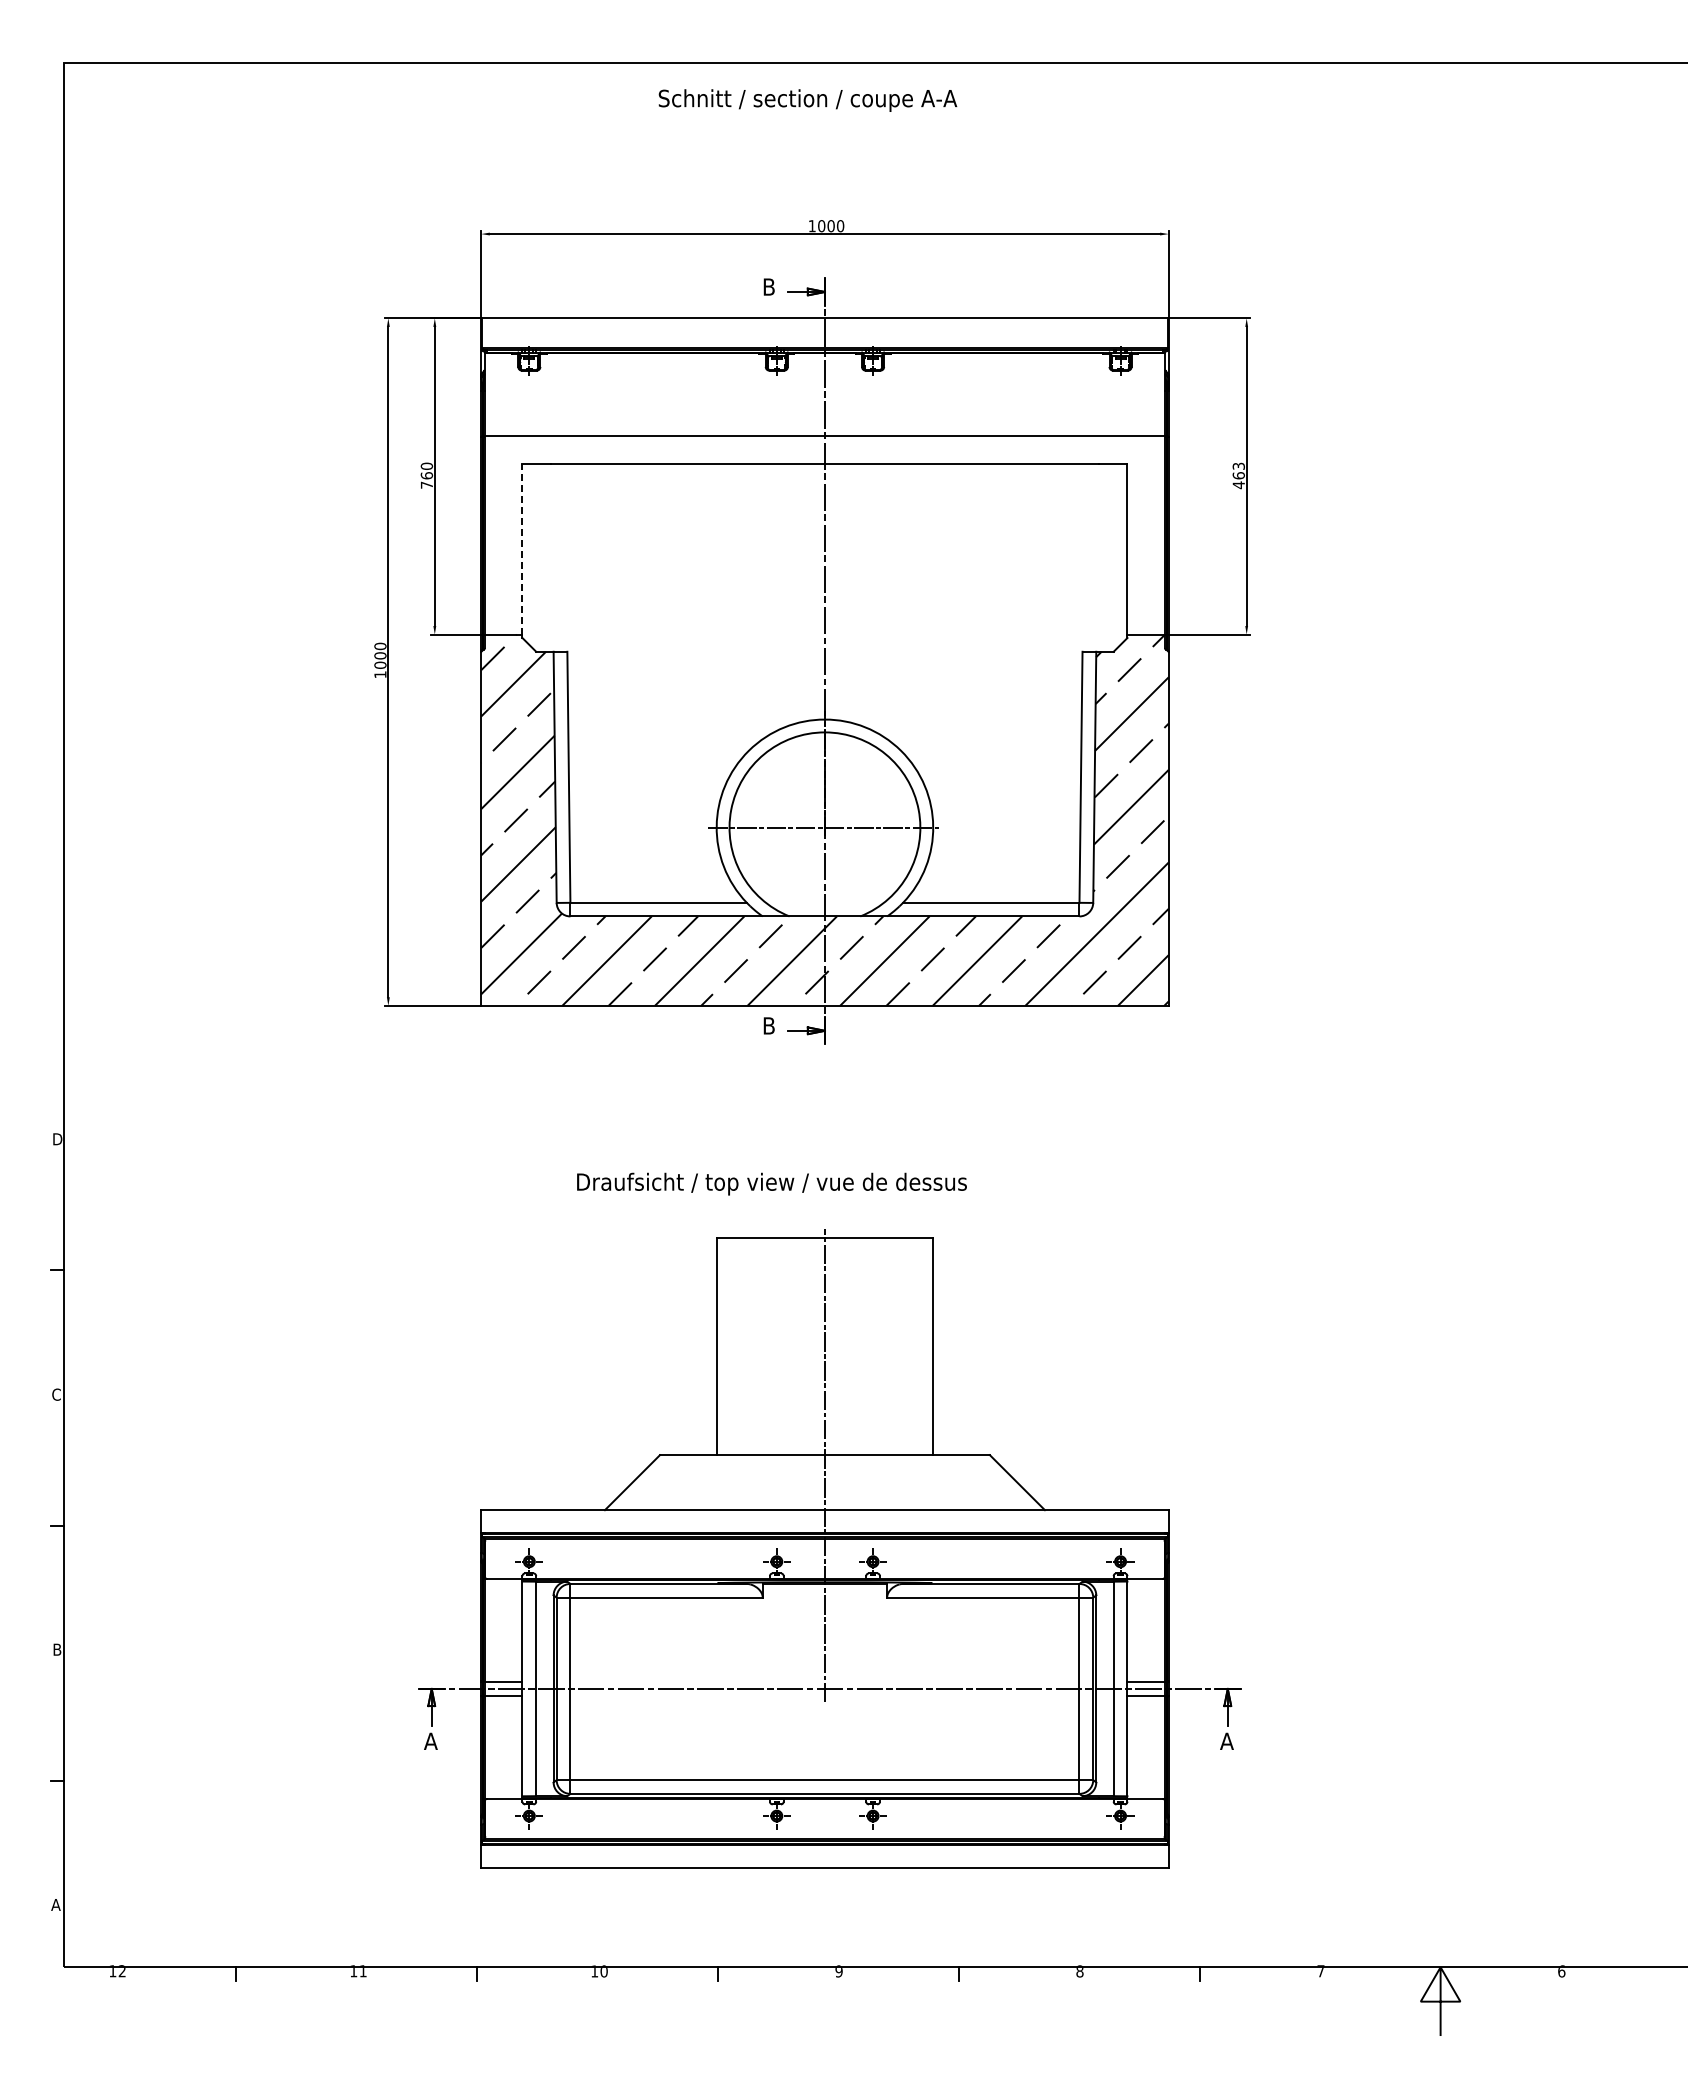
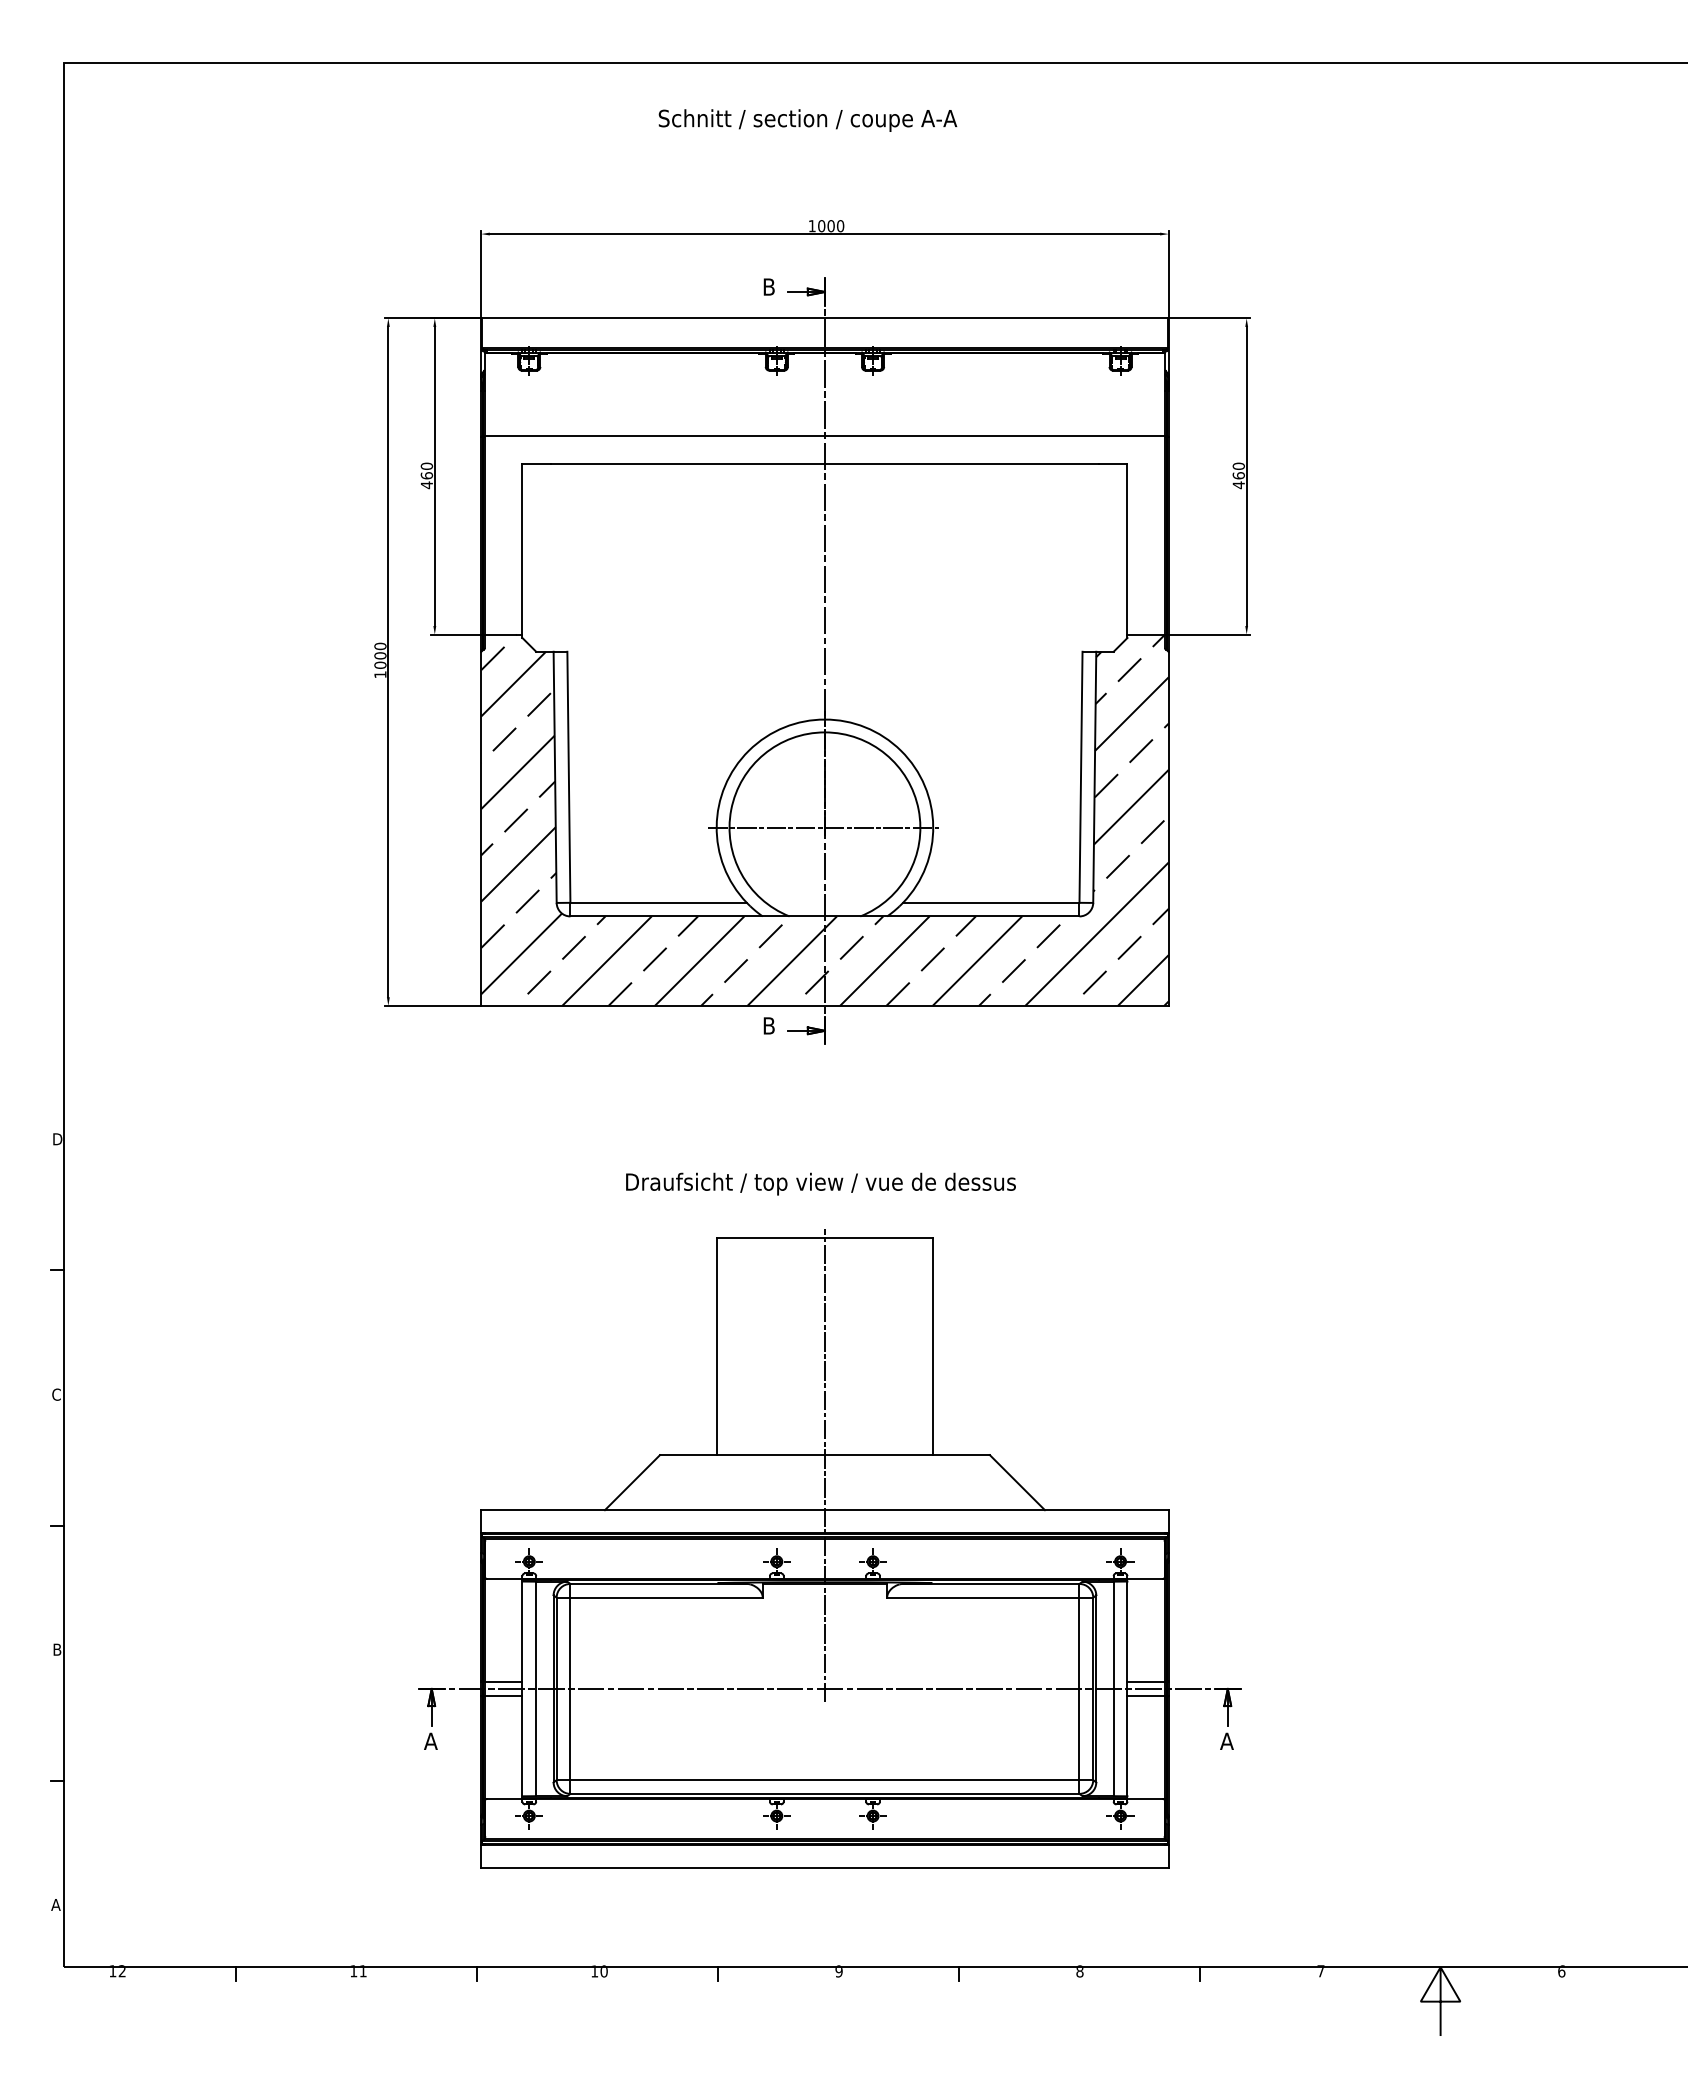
text at (807, 100) position: (807, 100) -> (807, 120)
text at (1238, 465): 463 -> 460
text at (426, 485): 760 -> 460
line at (522, 549): dashed -> solid
text at (771, 1183) position: (771, 1183) -> (820, 1183)
